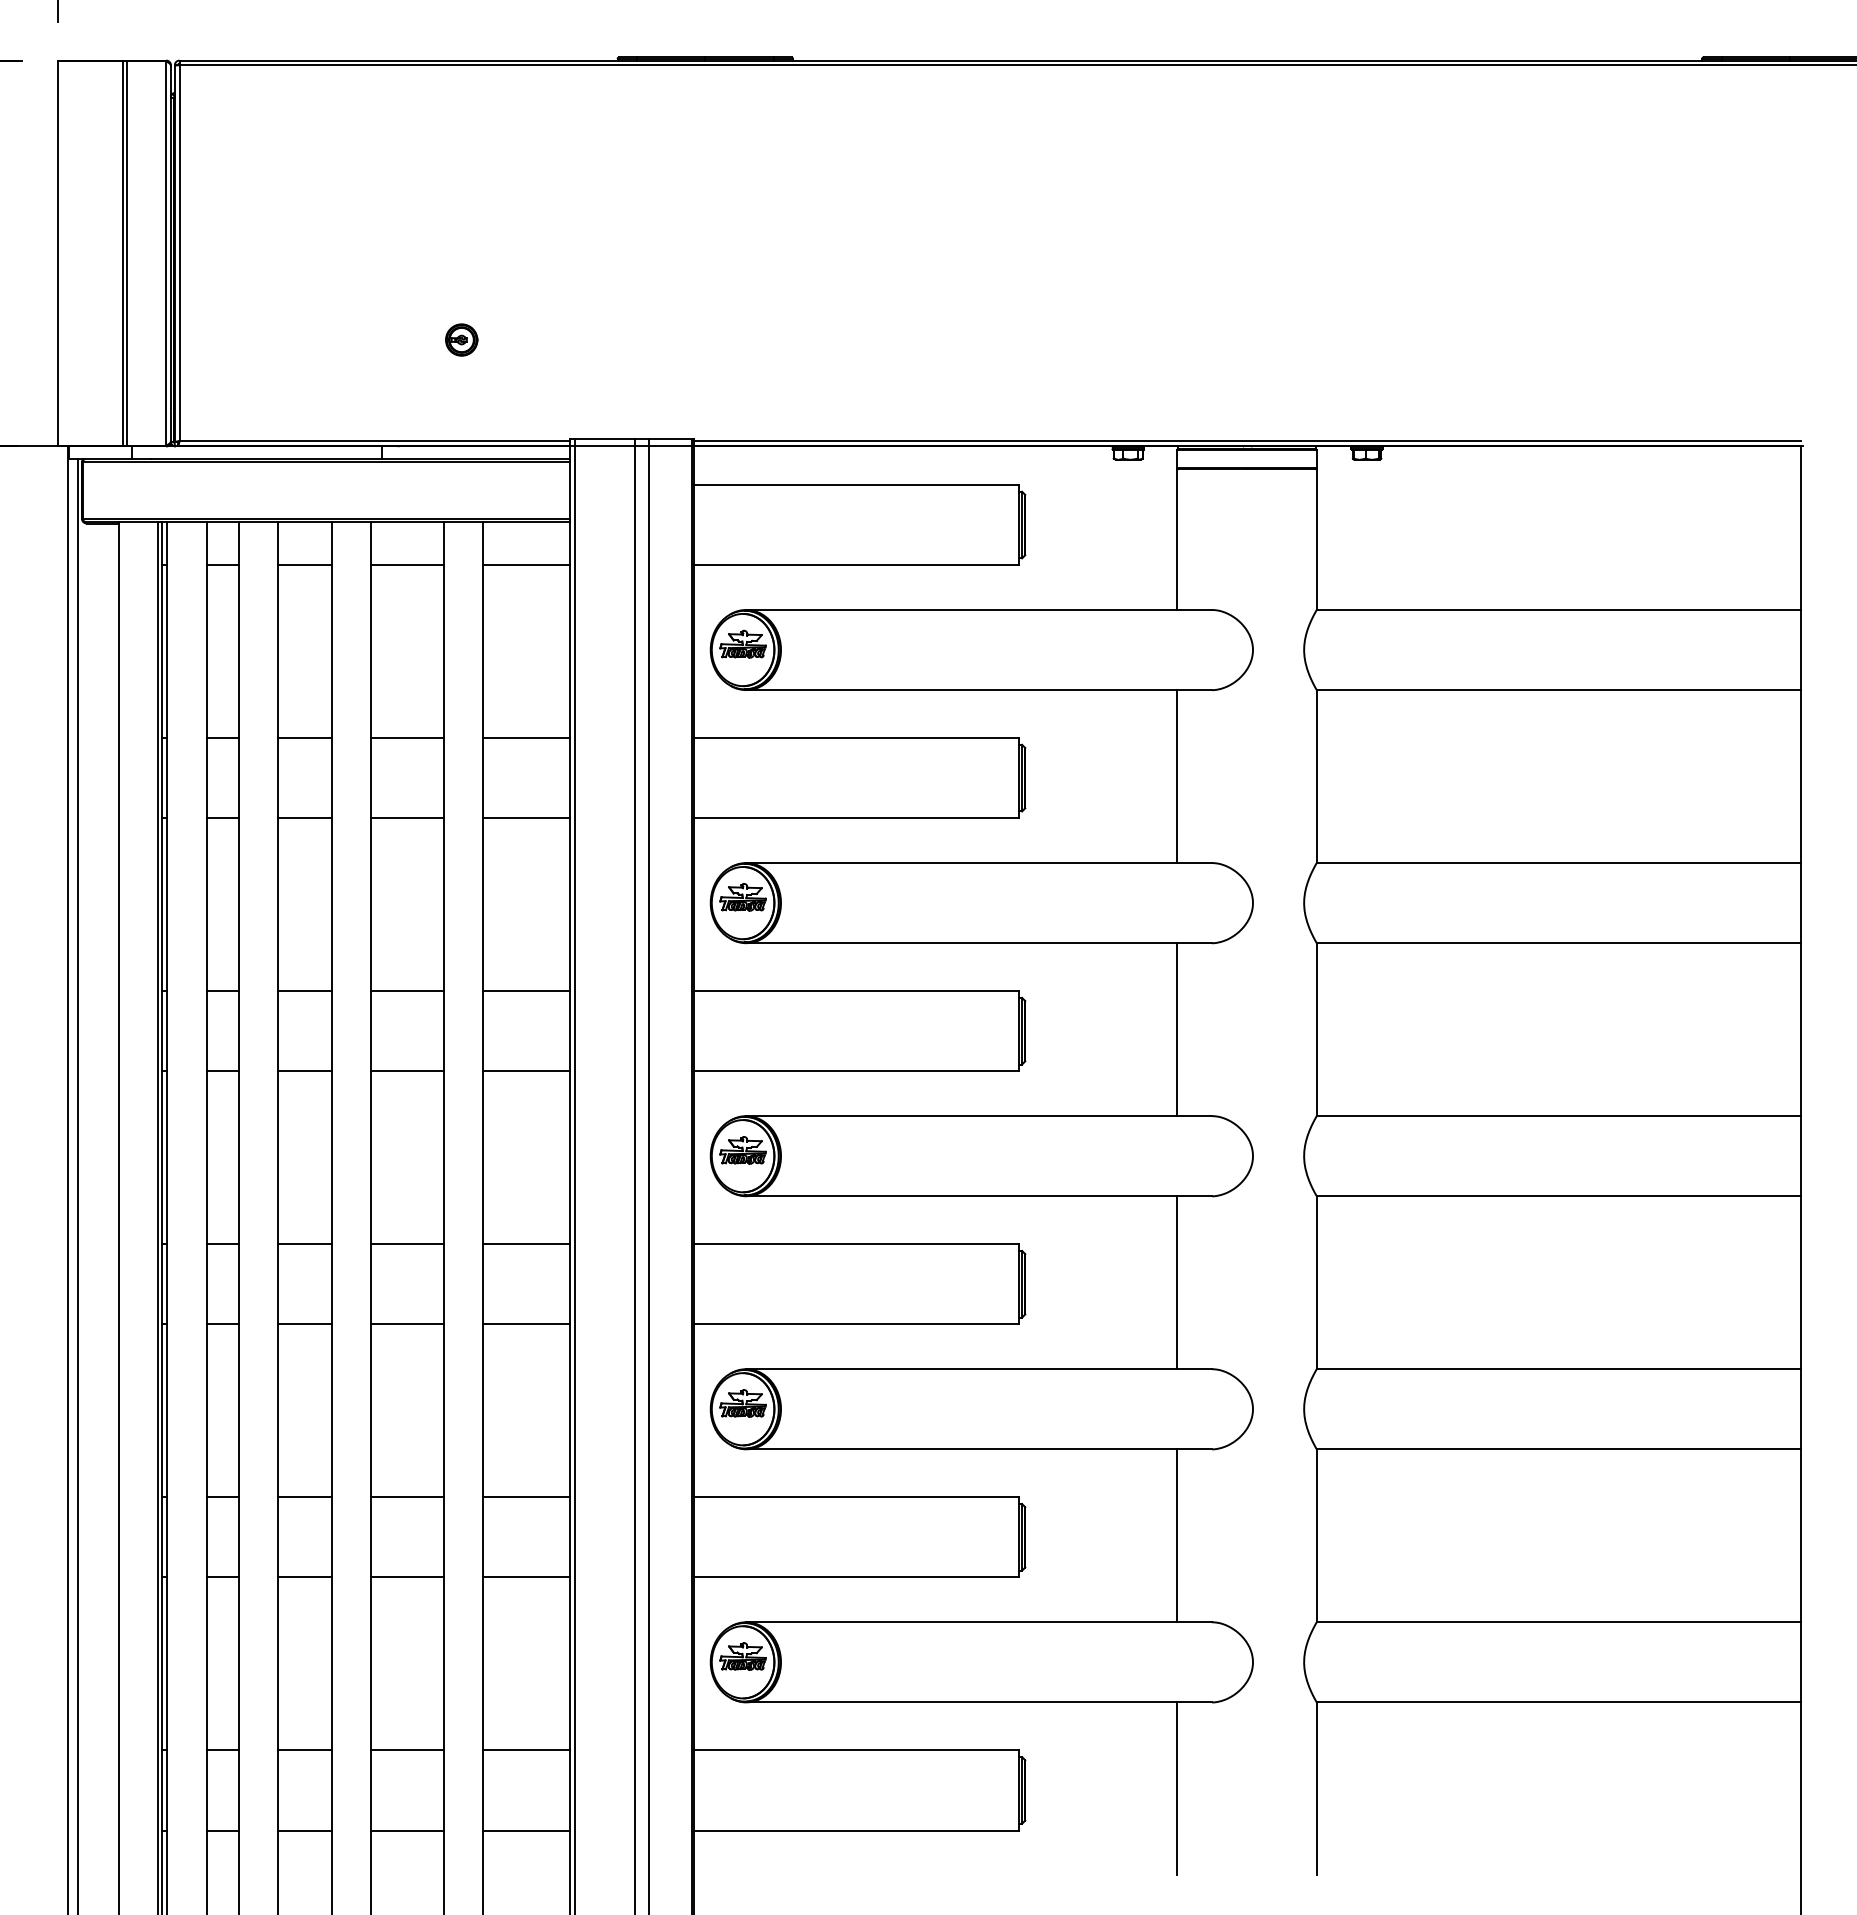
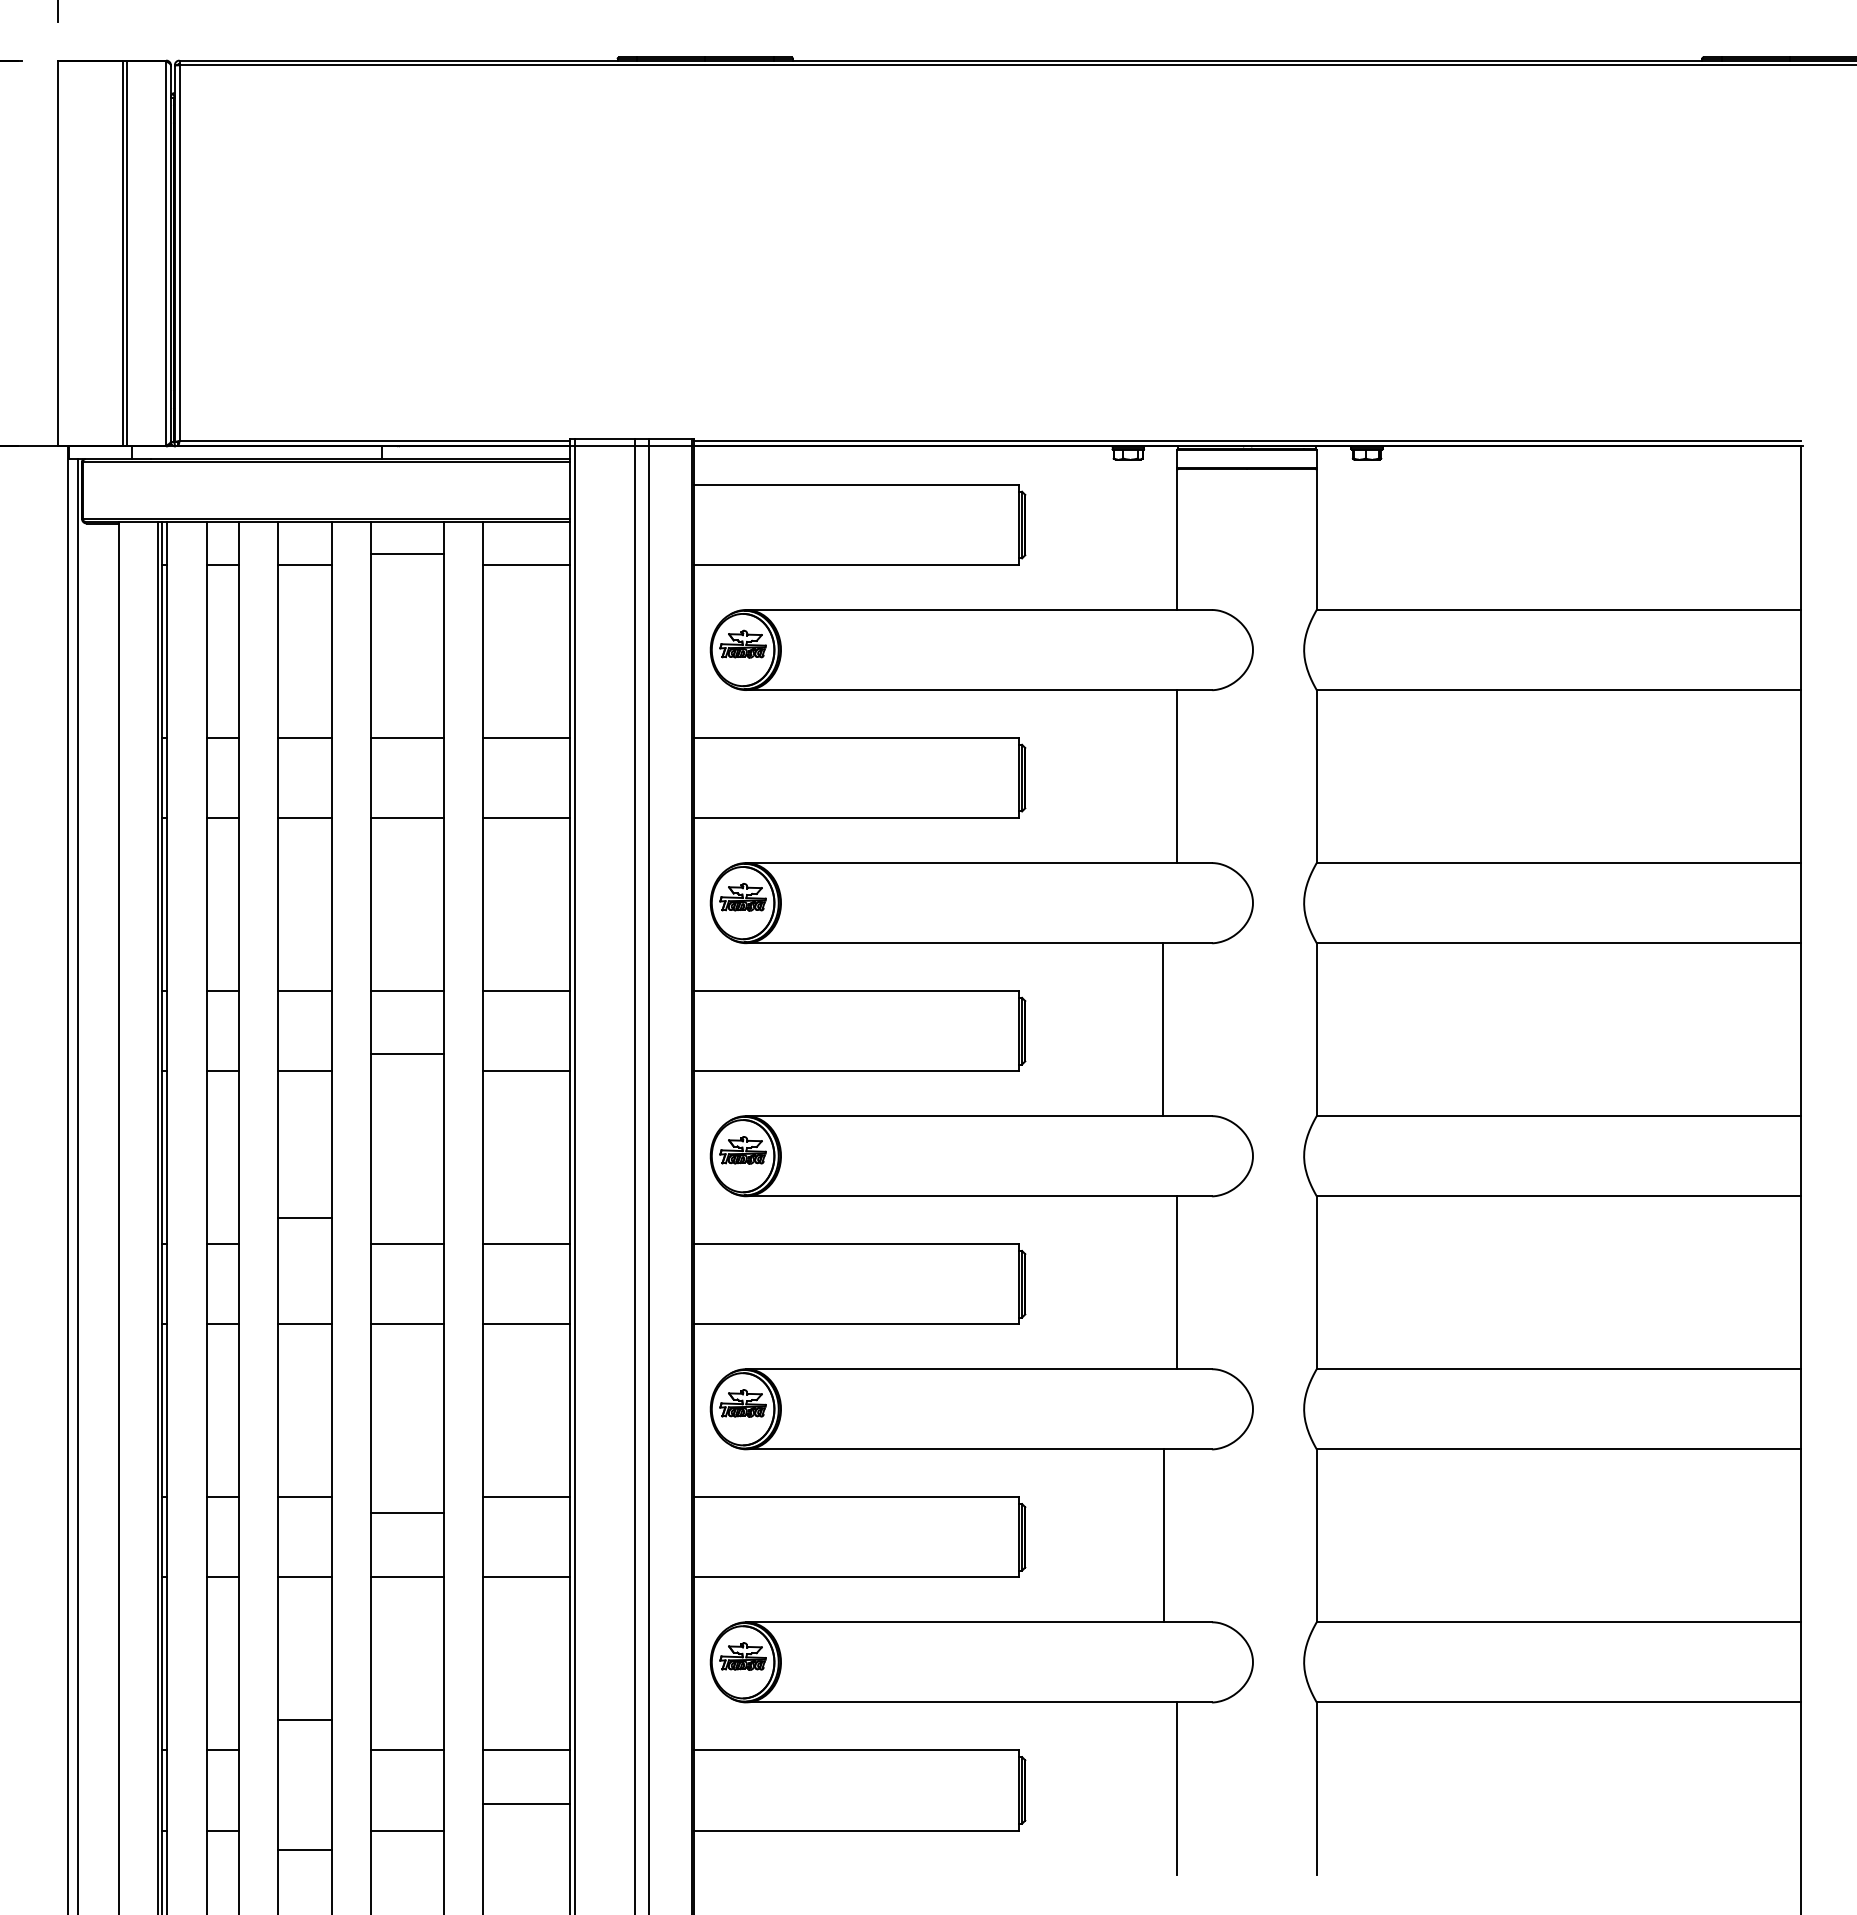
part at (461, 339): present -> none
line at (407, 565) position: (407, 565) -> (407, 554)
line at (1177, 1029) position: (1177, 1029) -> (1163, 1029)
line at (407, 1071) position: (407, 1071) -> (407, 1054)
line at (304, 1244) position: (304, 1244) -> (304, 1218)
line at (407, 1497) position: (407, 1497) -> (407, 1513)
line at (1177, 1535) position: (1177, 1535) -> (1164, 1535)
line at (304, 1750) position: (304, 1750) -> (304, 1720)
line at (304, 1830) position: (304, 1830) -> (304, 1849)
line at (526, 1830) position: (526, 1830) -> (526, 1803)
